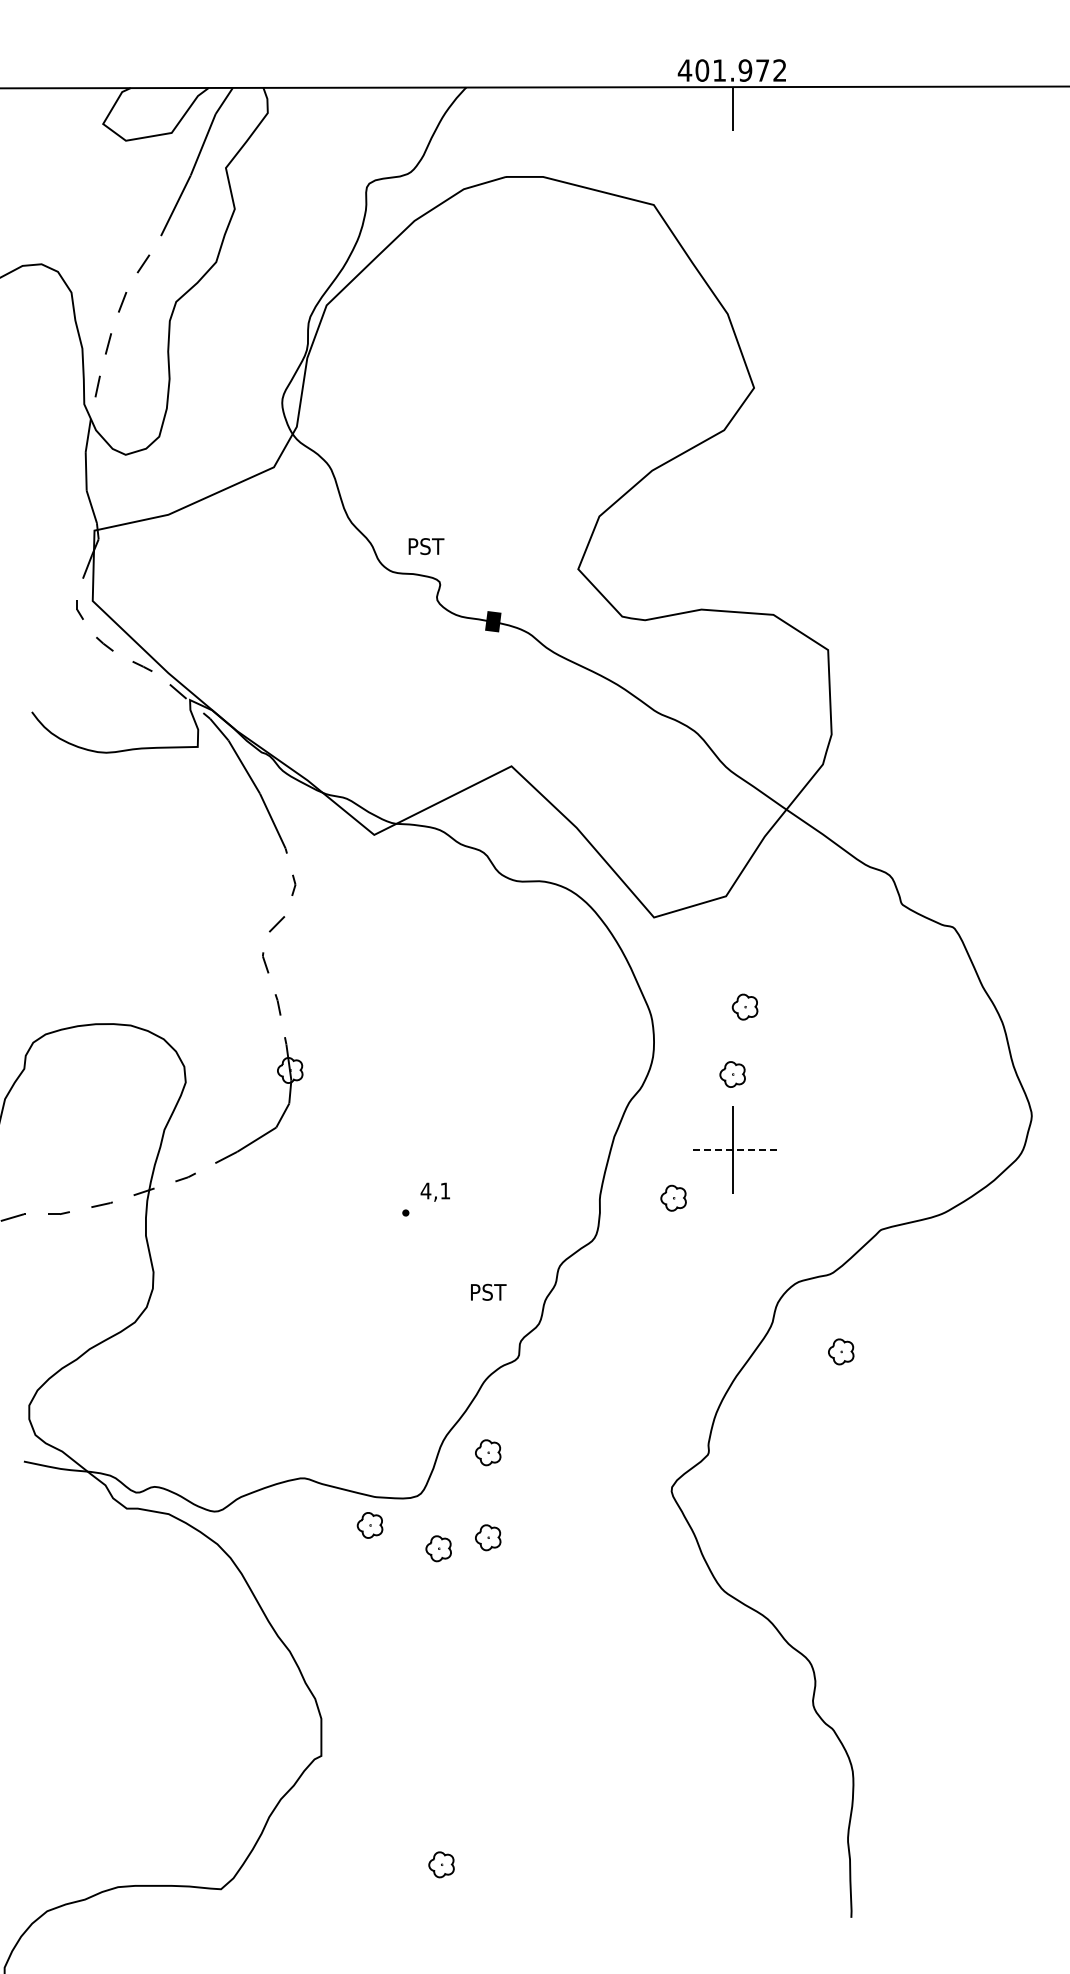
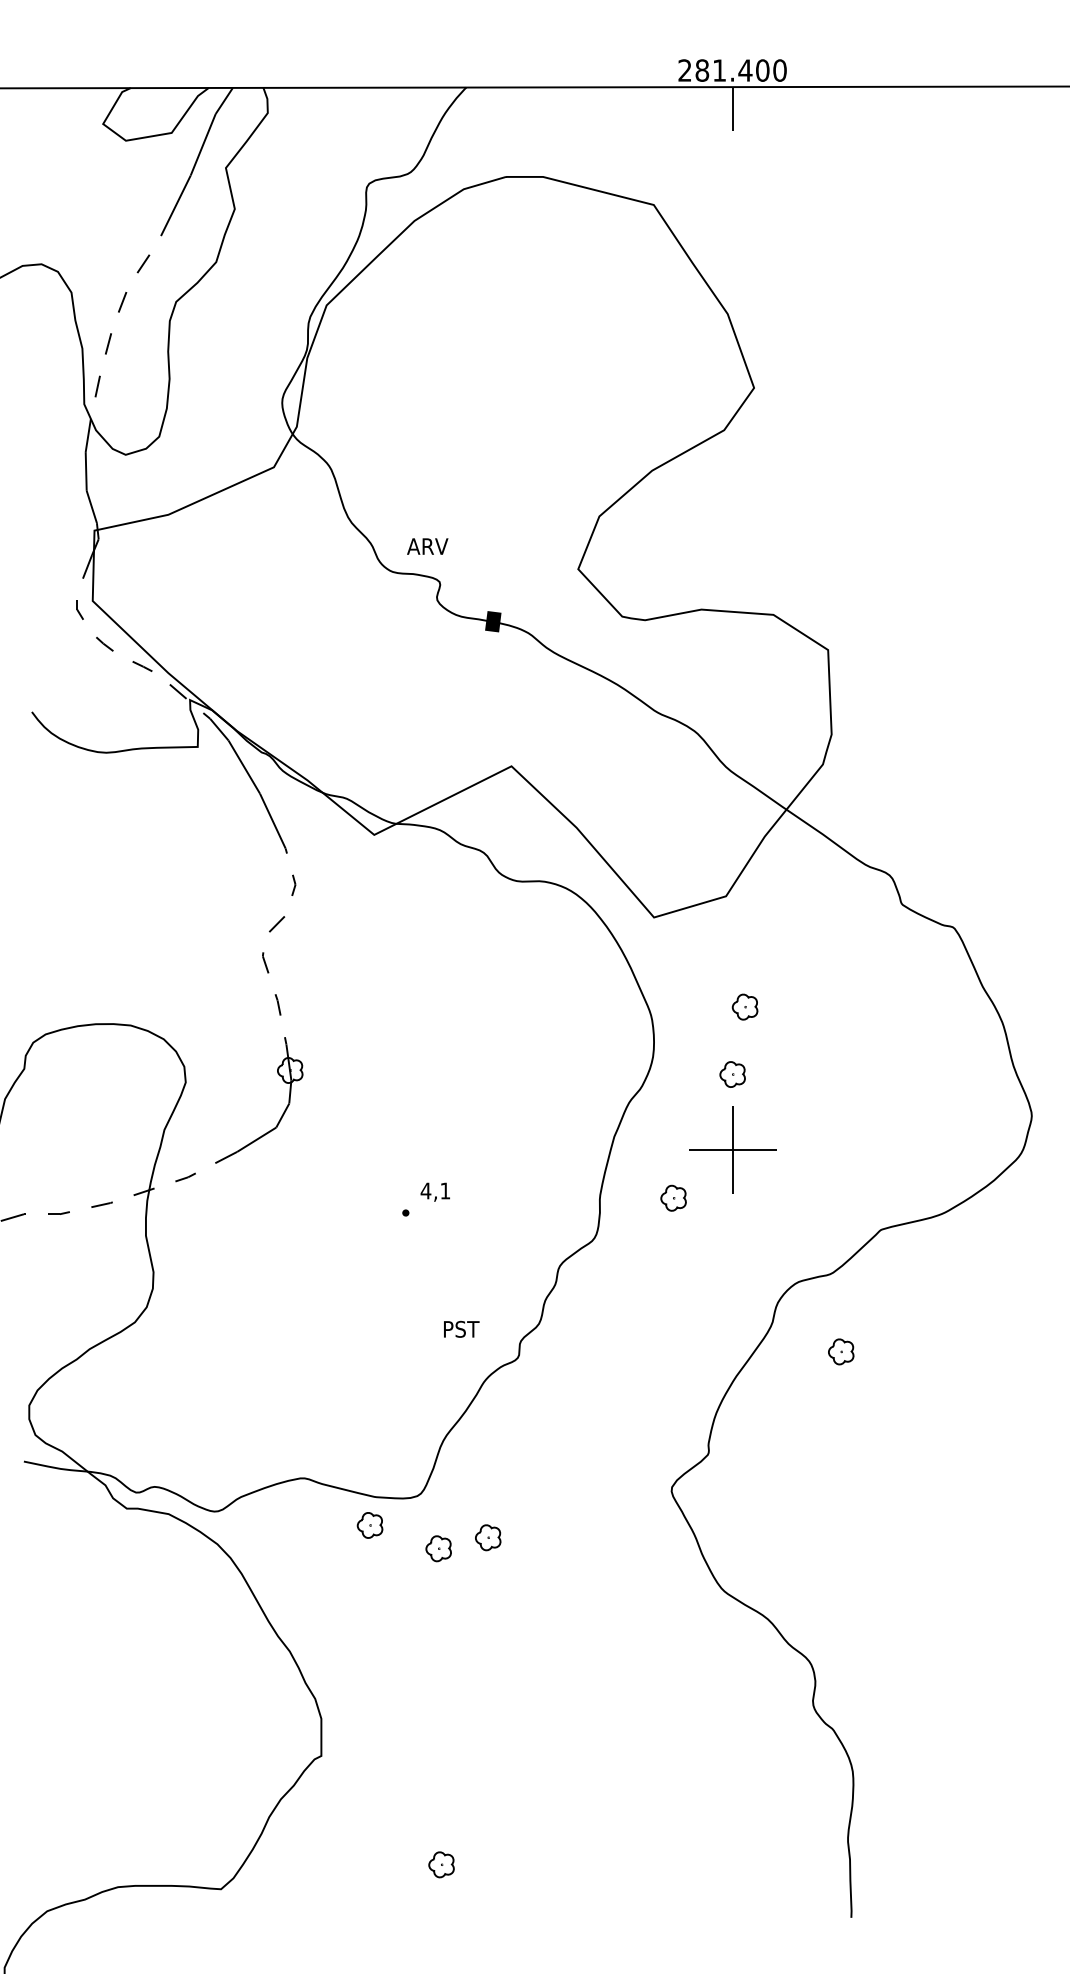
text at (731, 70): 401.972 -> 281.400
text at (427, 546): PST -> ARV
line at (732, 1150): dashed -> solid
text at (488, 1291) position: (488, 1291) -> (461, 1328)
part at (488, 1452): present -> none
